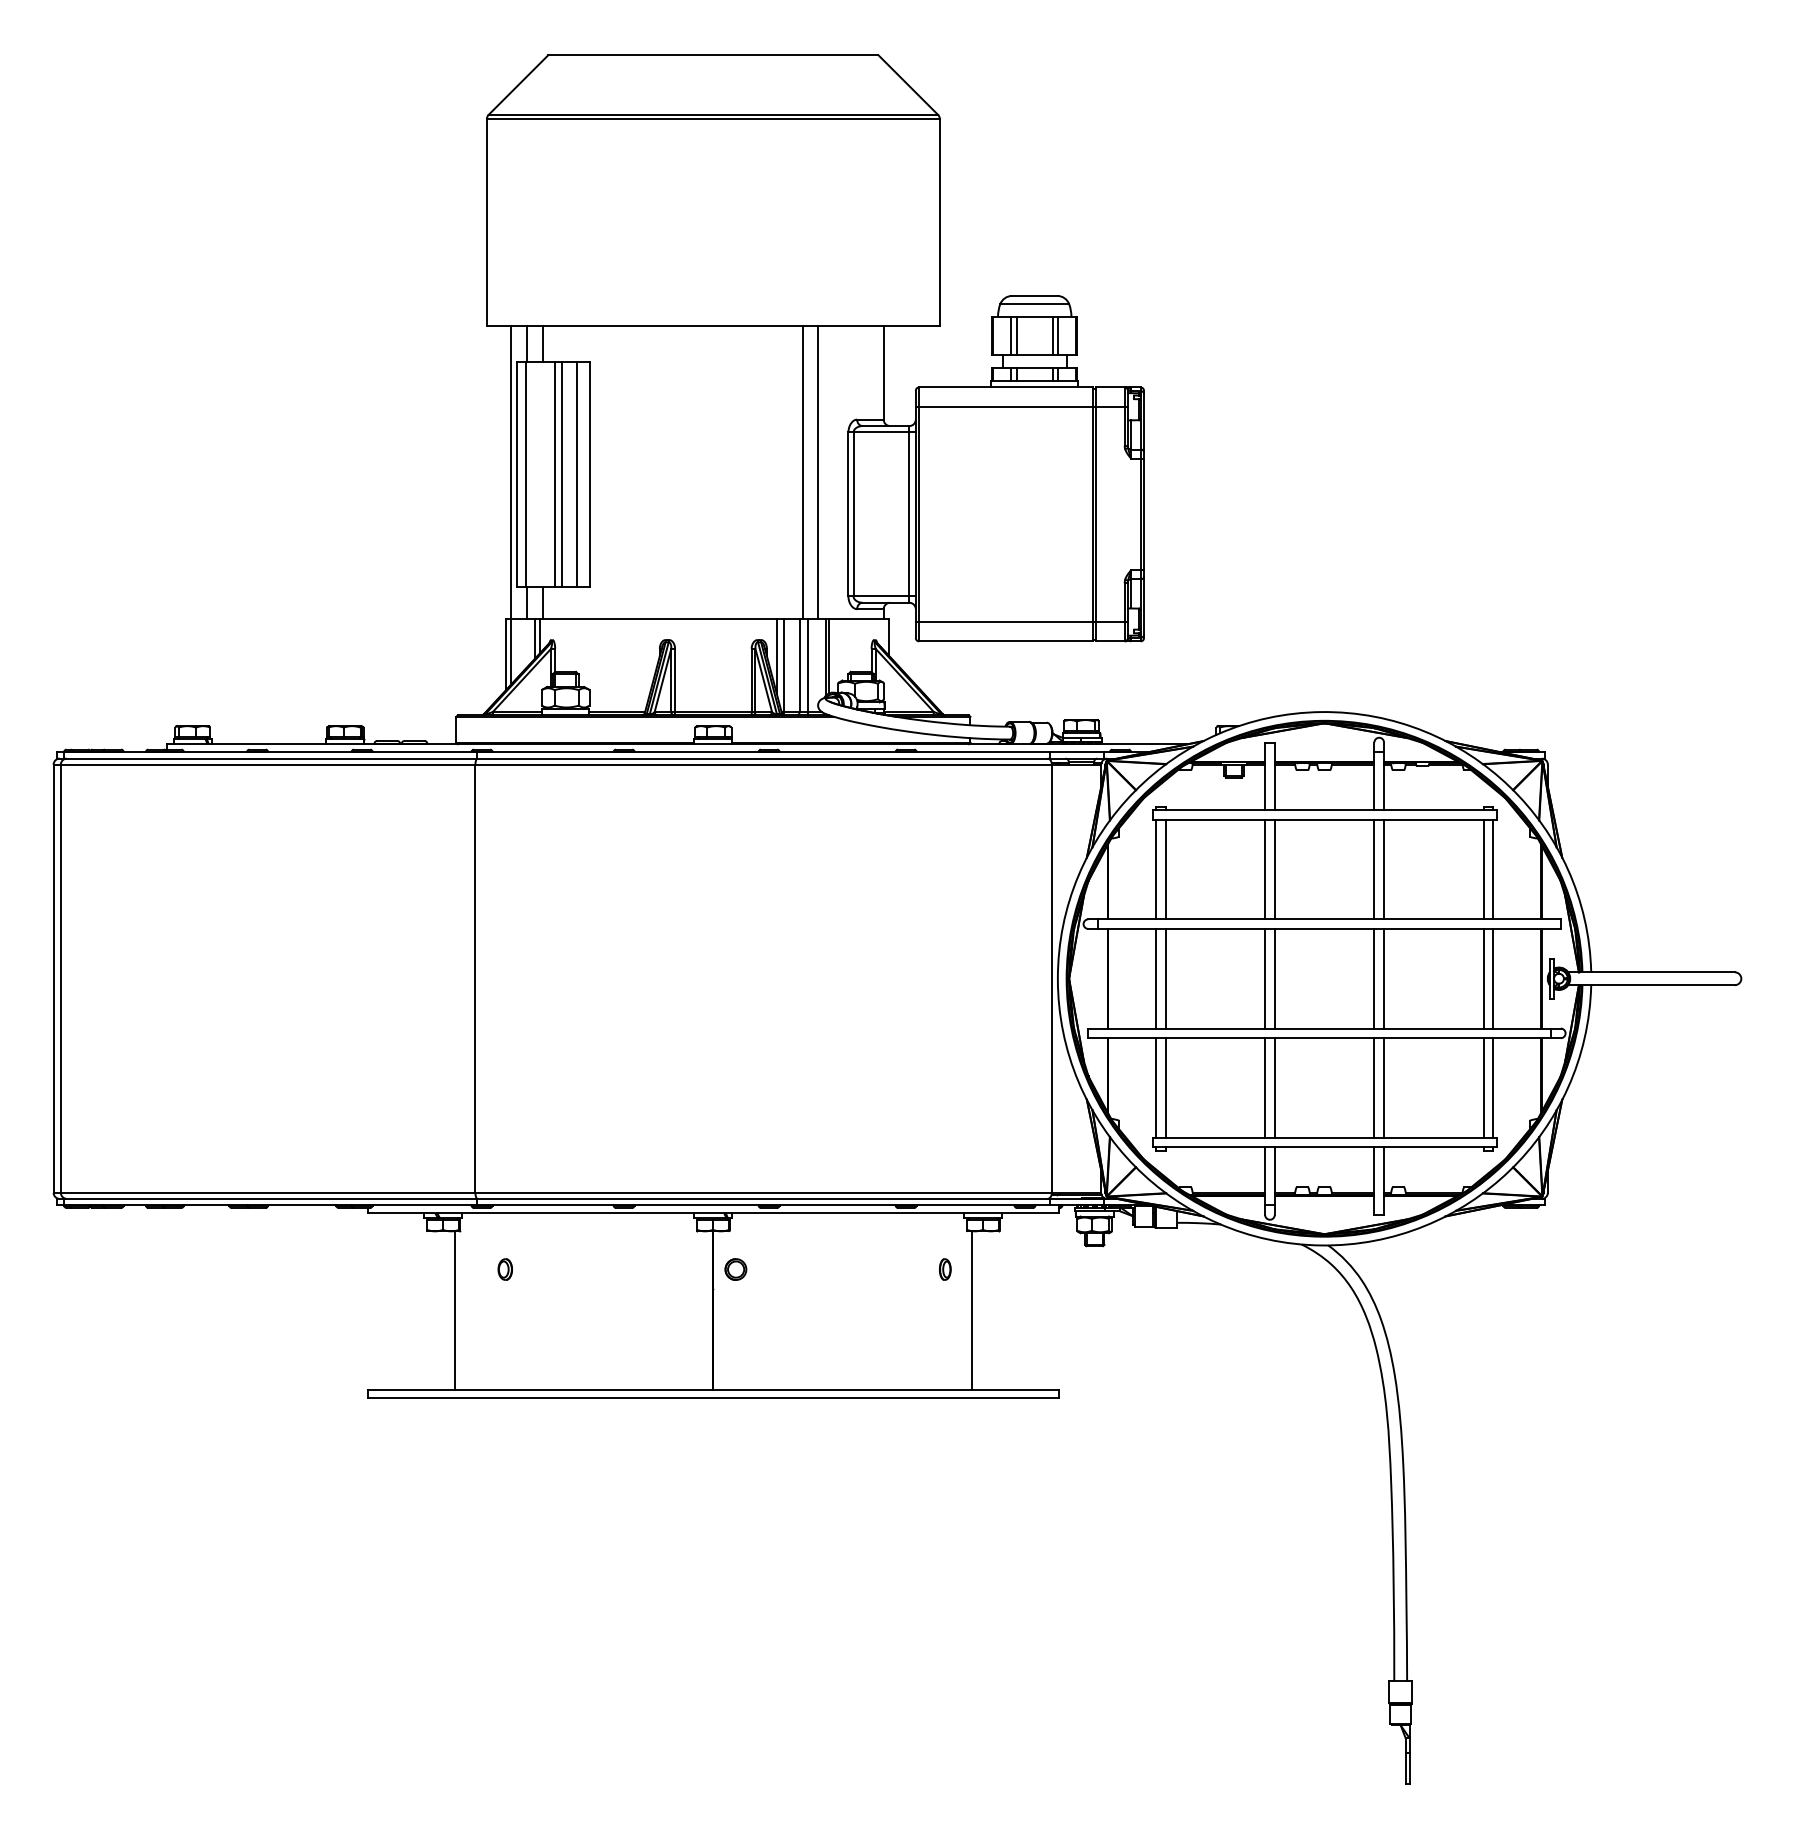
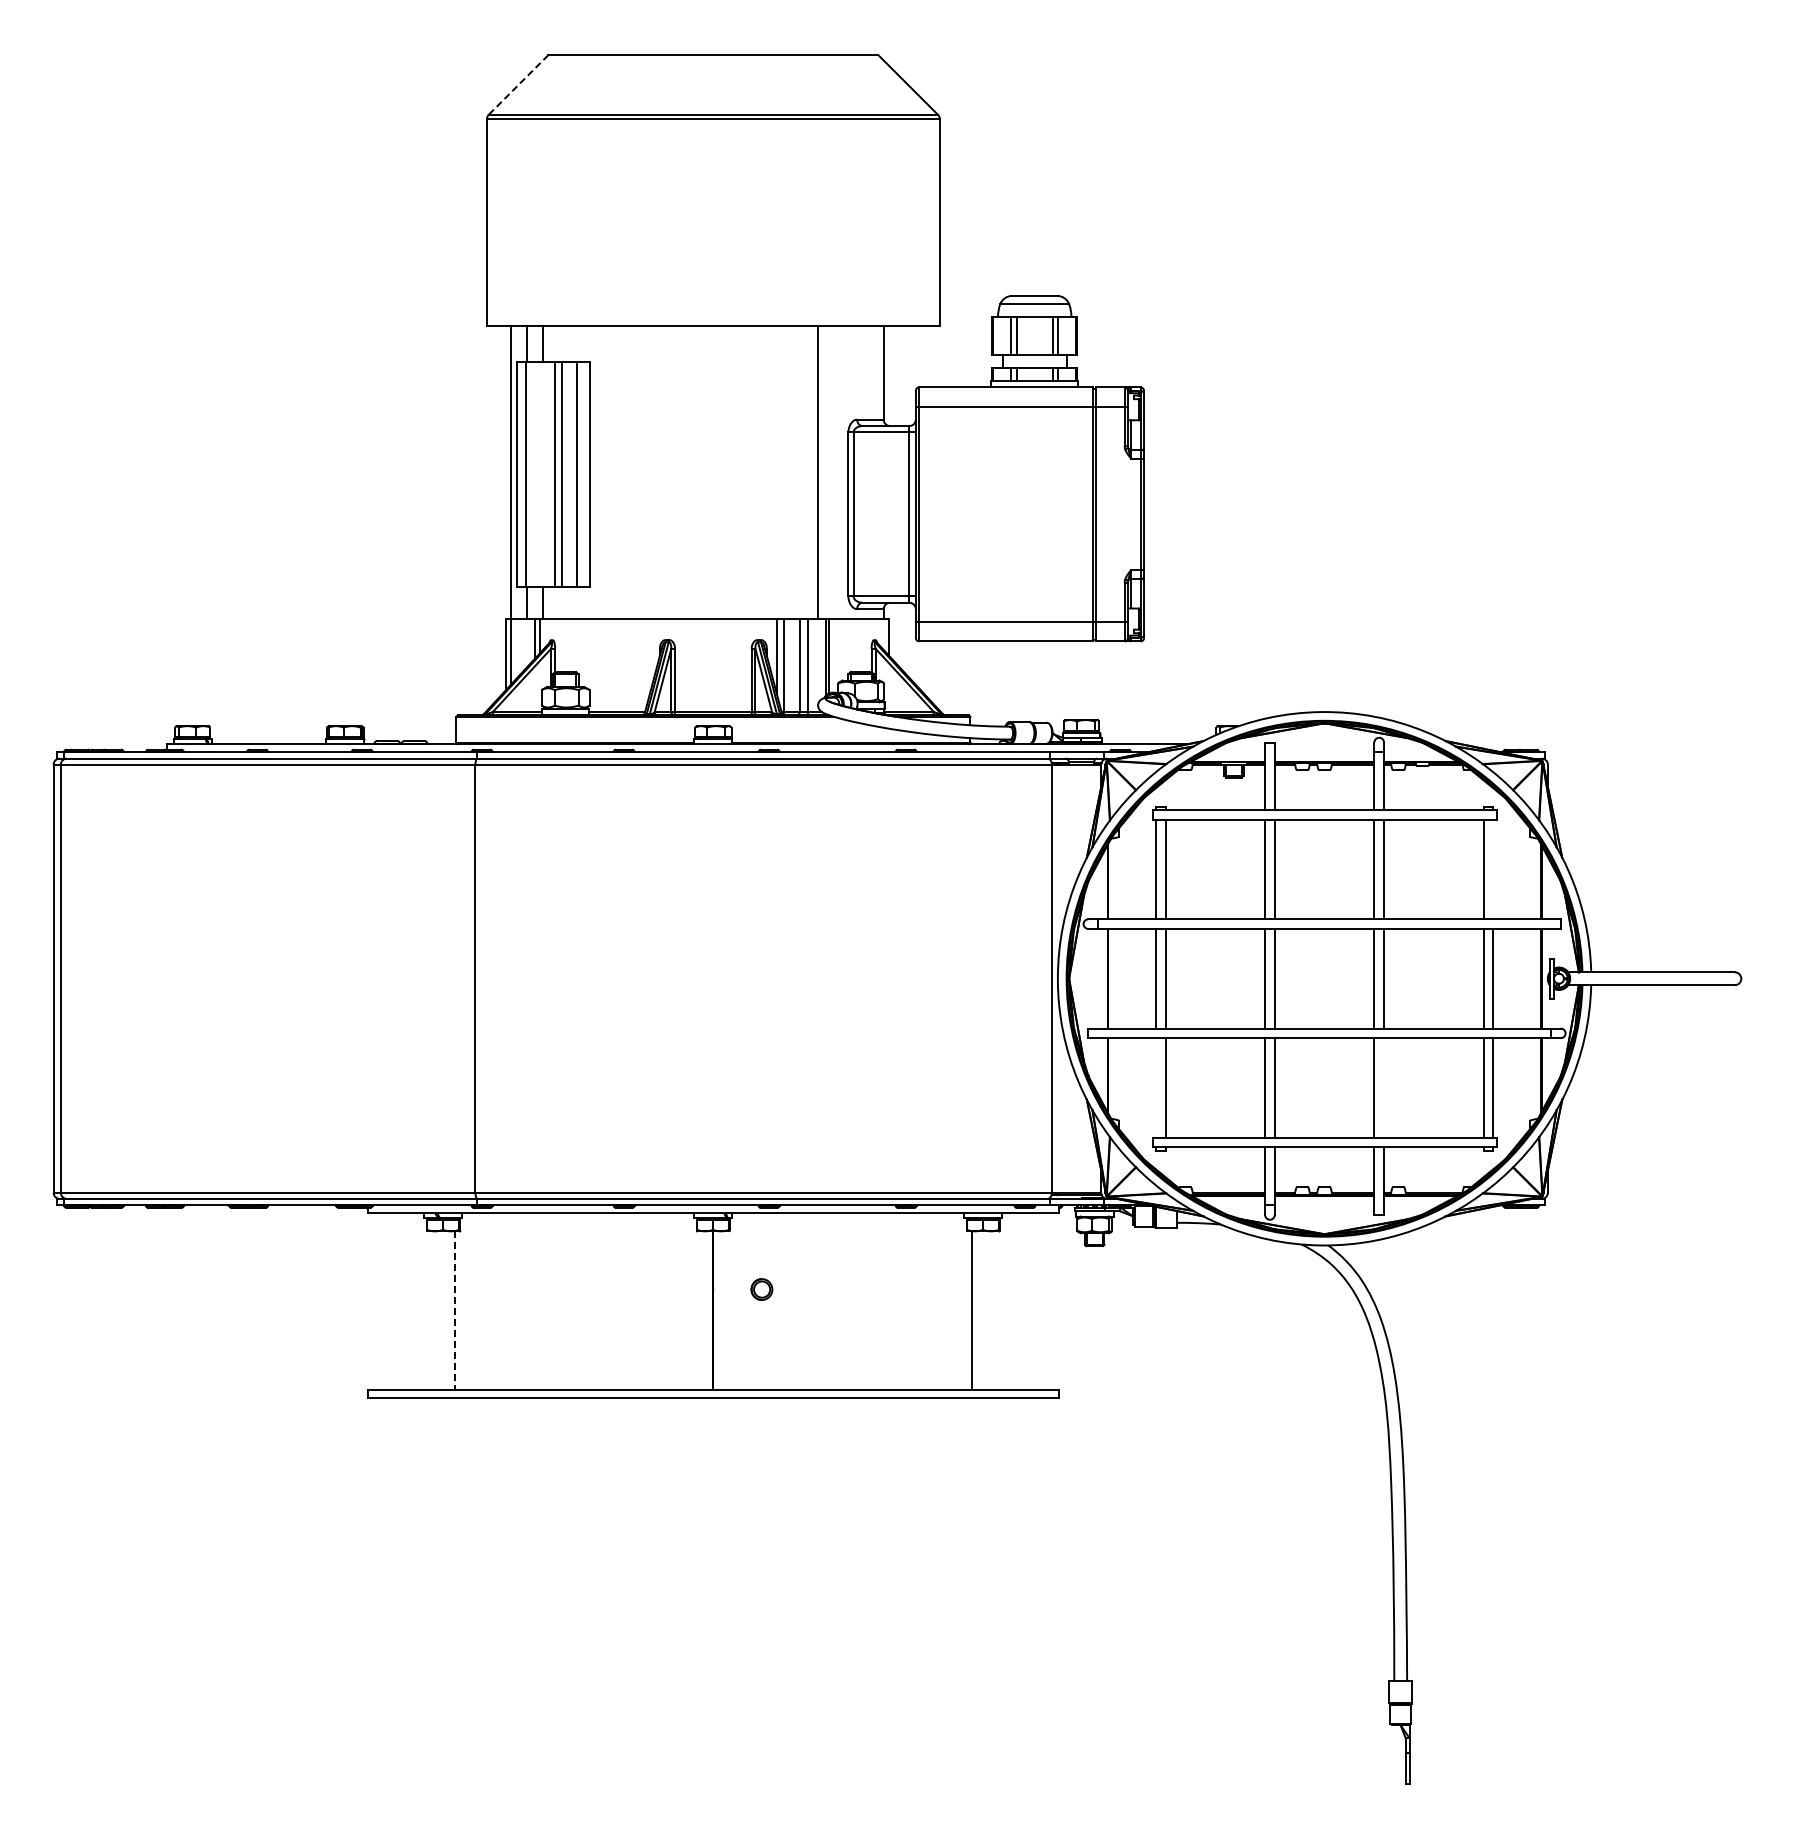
line at (518, 85): solid -> dashed
line at (802, 472): present -> none
line at (1493, 869): present -> none
line at (1155, 1087): present -> none
line at (1384, 1087): present -> none
part at (504, 1269): present -> none
part at (735, 1269) position: (735, 1269) -> (761, 1289)
part at (945, 1269): present -> none
line at (454, 1311): solid -> dashed
